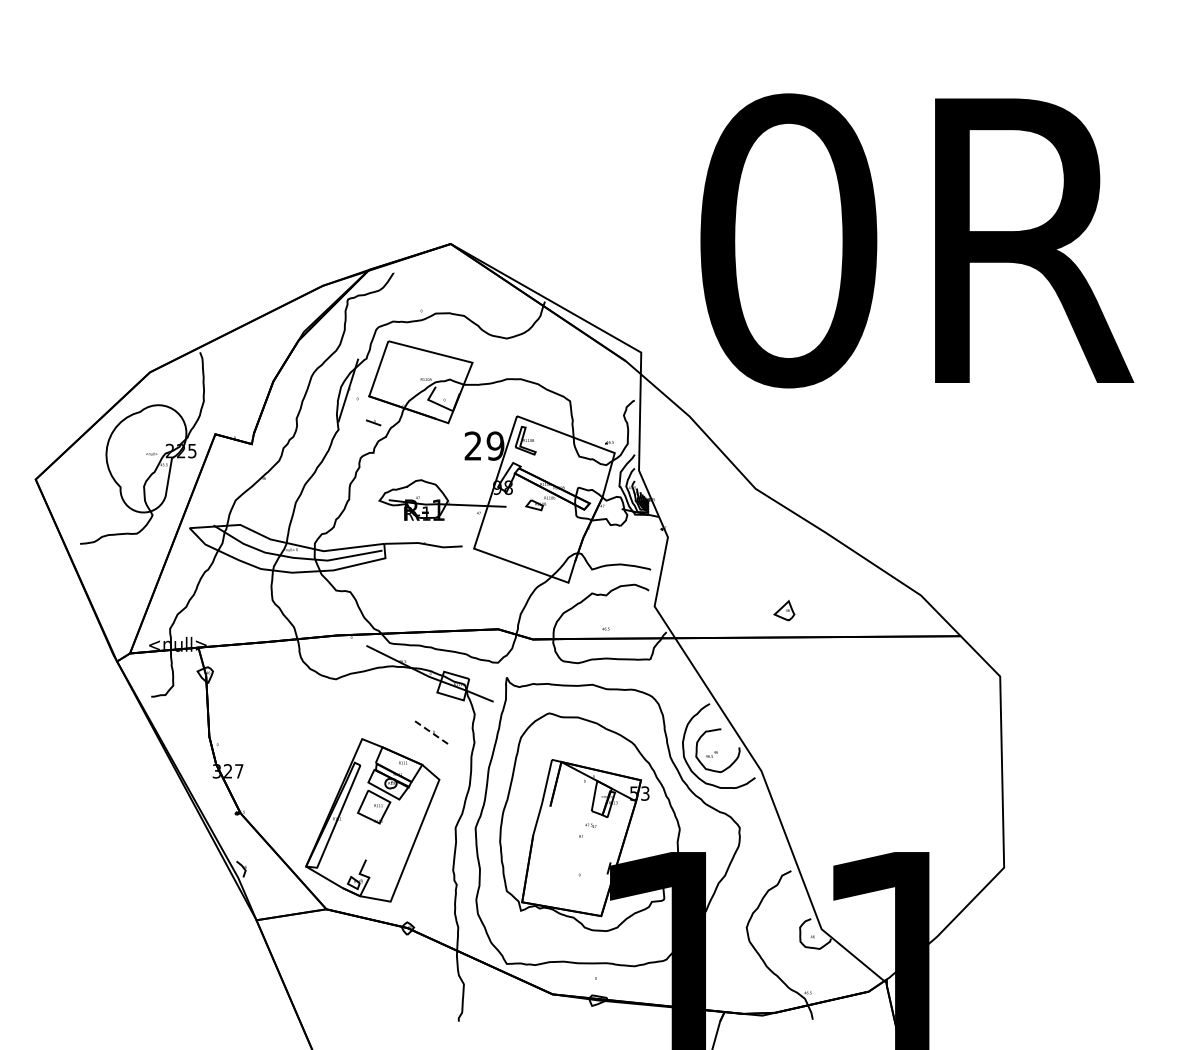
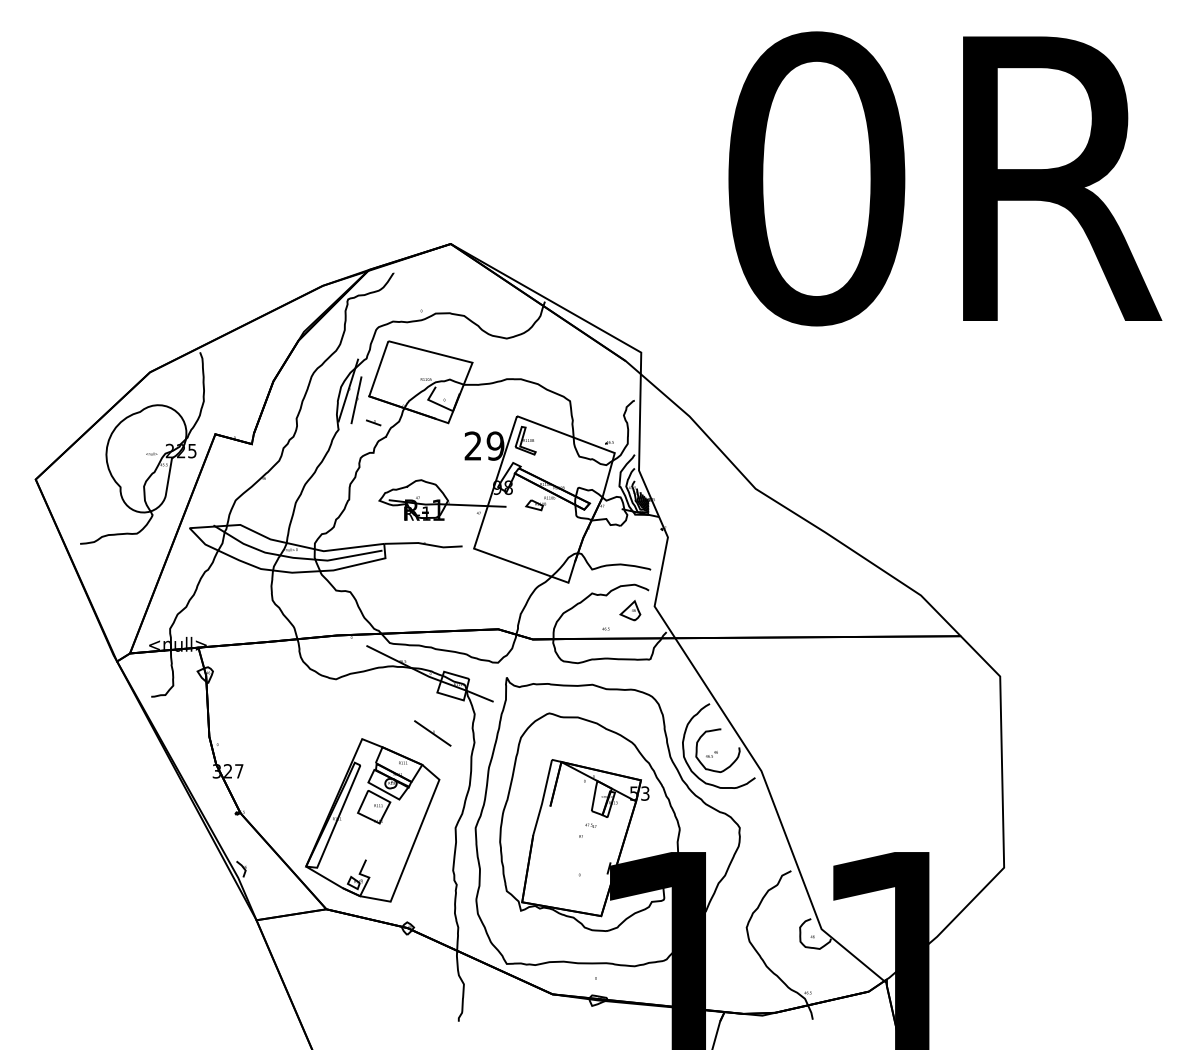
text at (917, 240) position: (917, 240) -> (945, 178)
line at (356, 400): none -> present
part at (784, 610) position: (784, 610) -> (630, 610)
line at (432, 733): dashed -> solid
